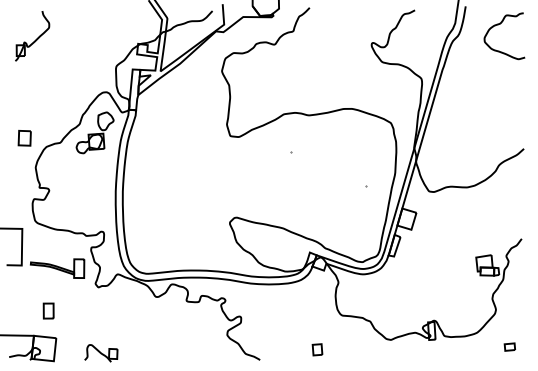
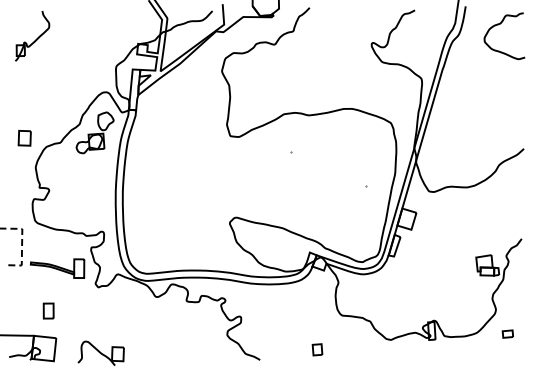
line at (22, 244): solid -> dashed
part at (509, 346) position: (509, 346) -> (507, 333)
part at (101, 353) size: 35x19 px -> 48x26 px
